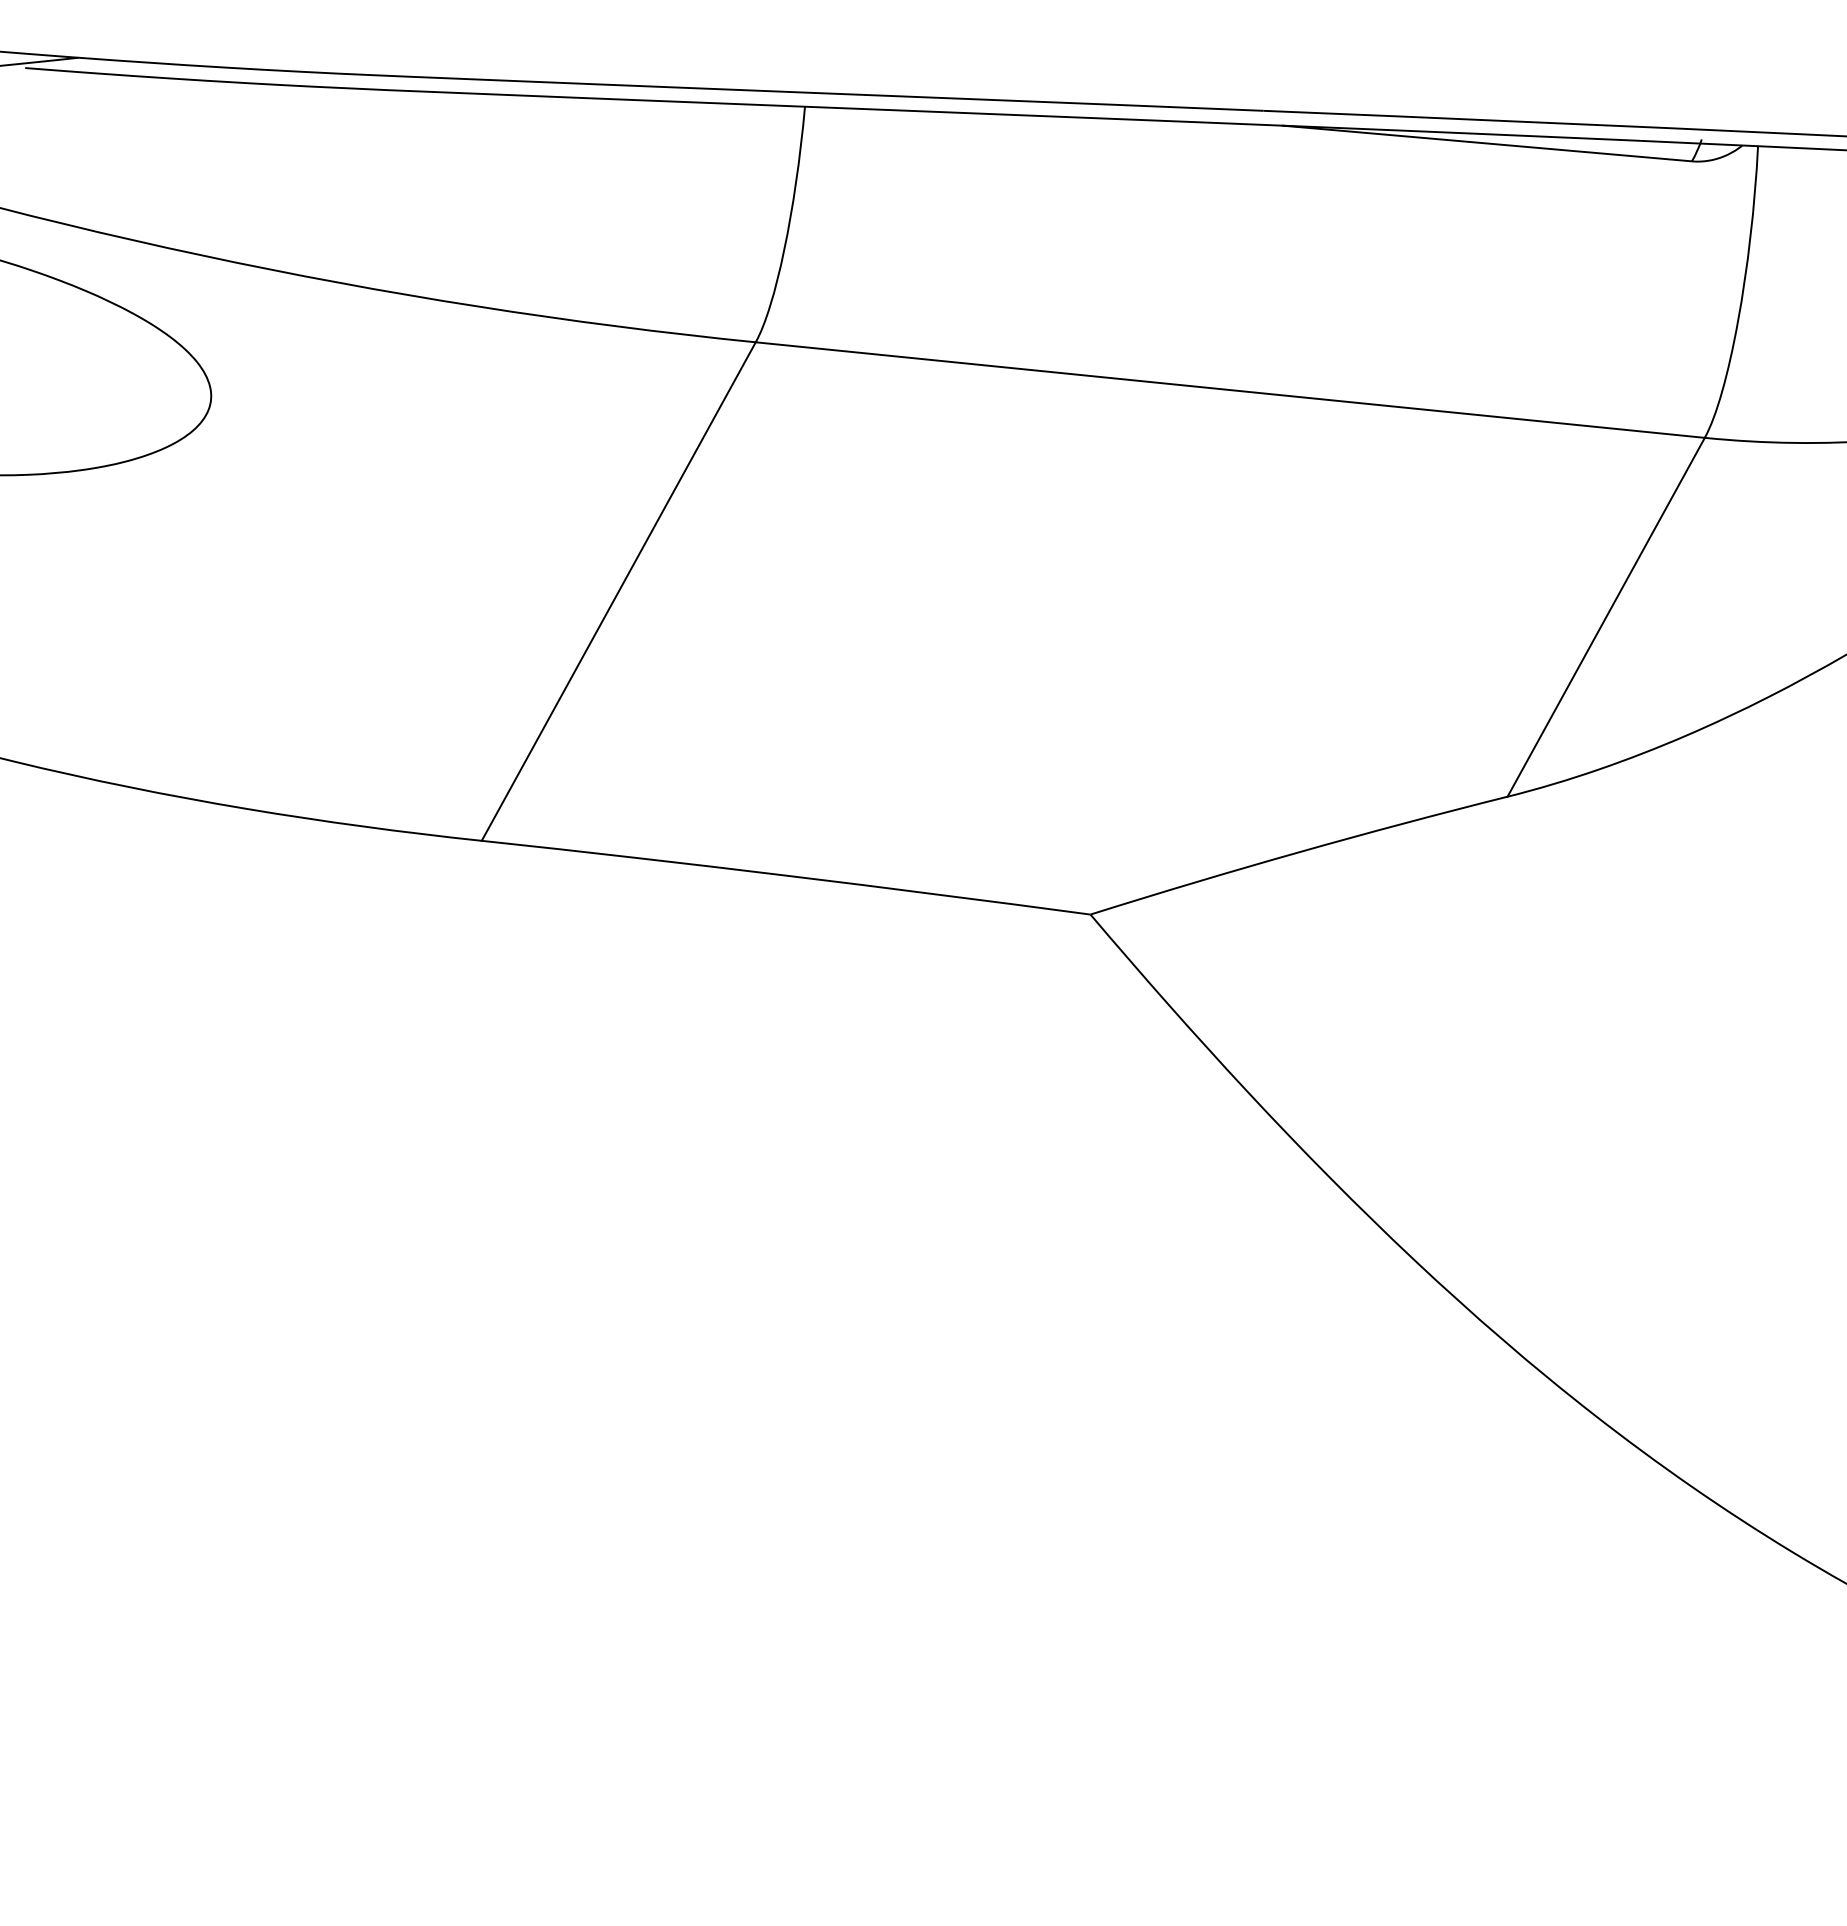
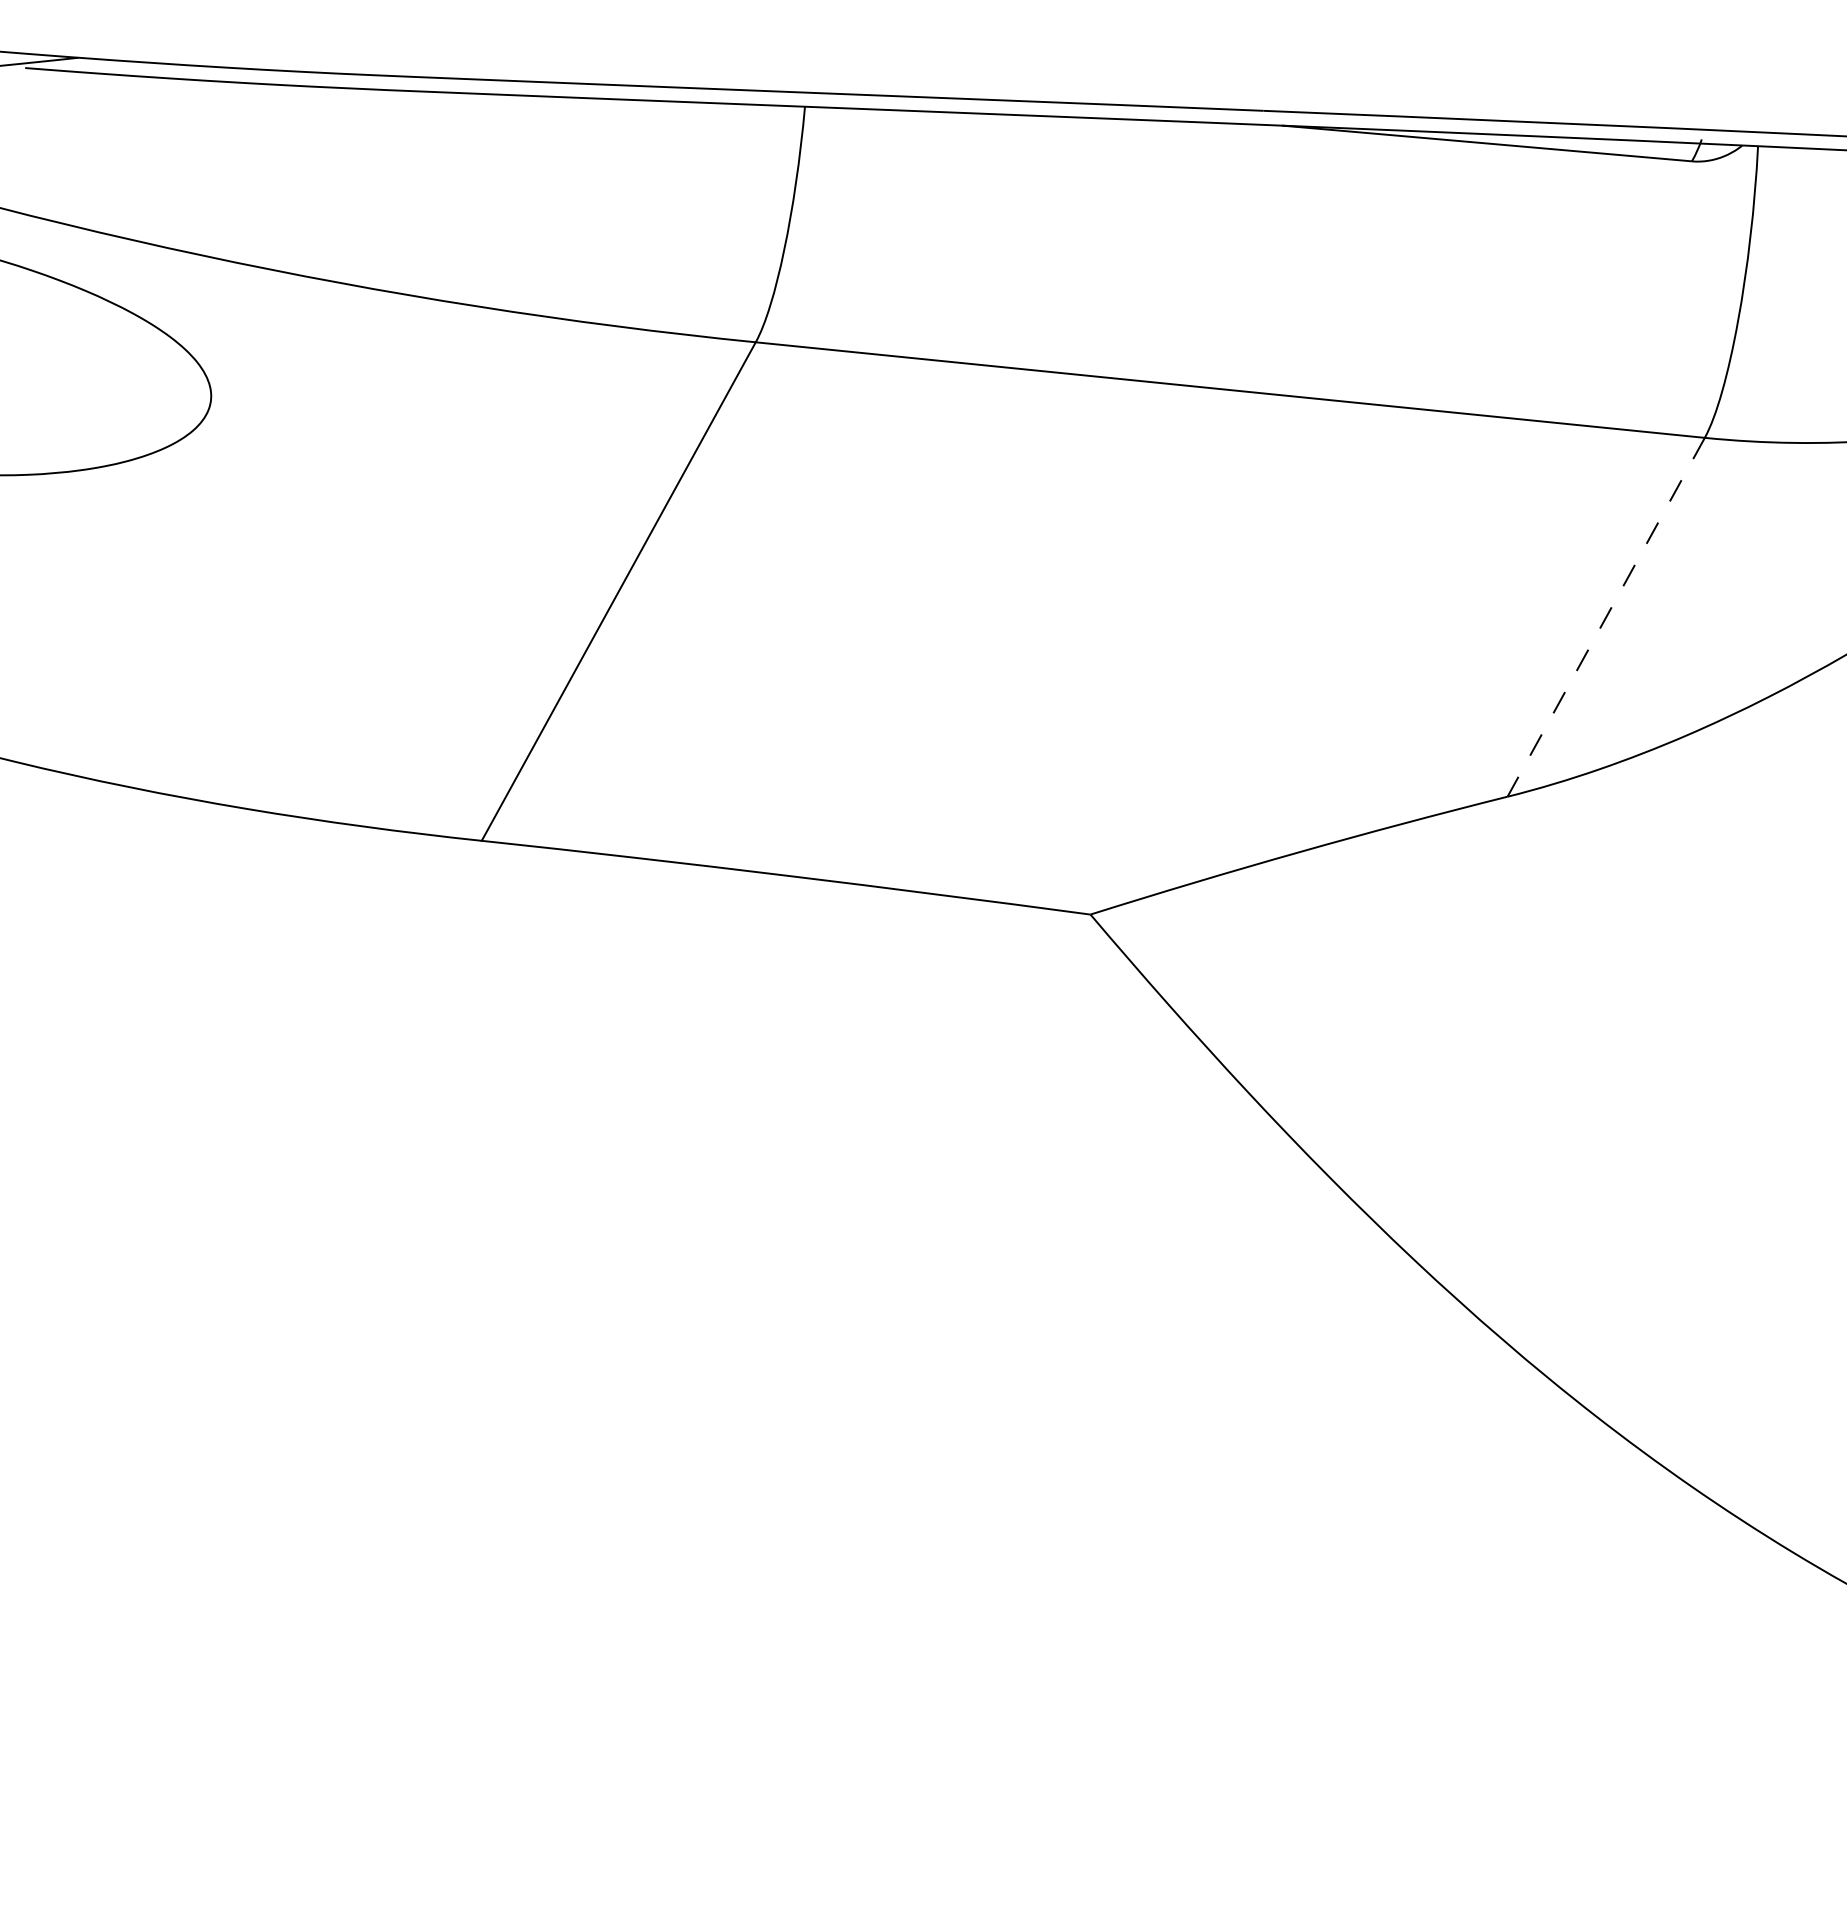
line at (1606, 617): solid -> dashed
